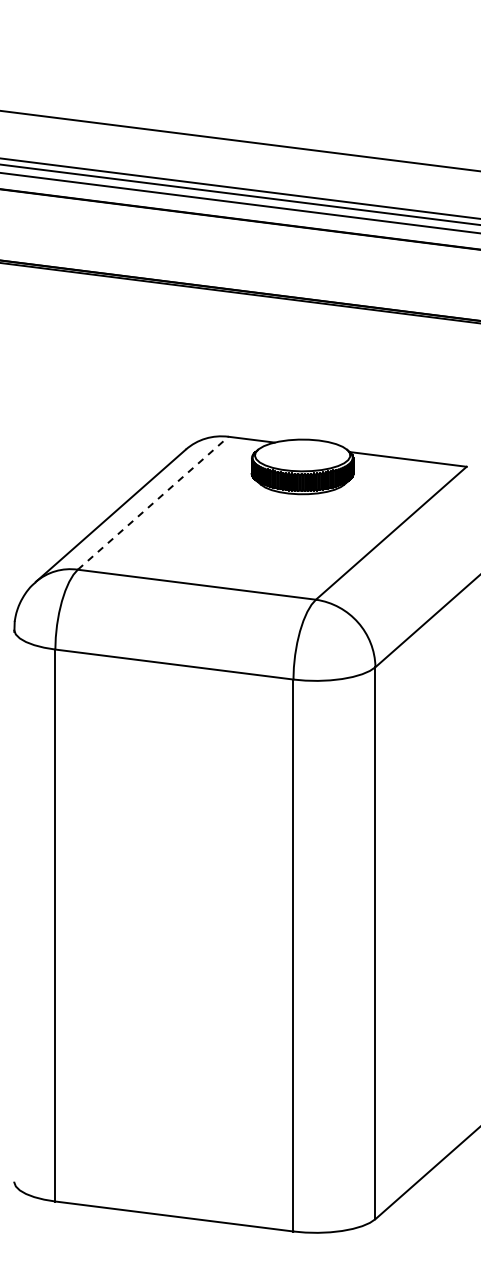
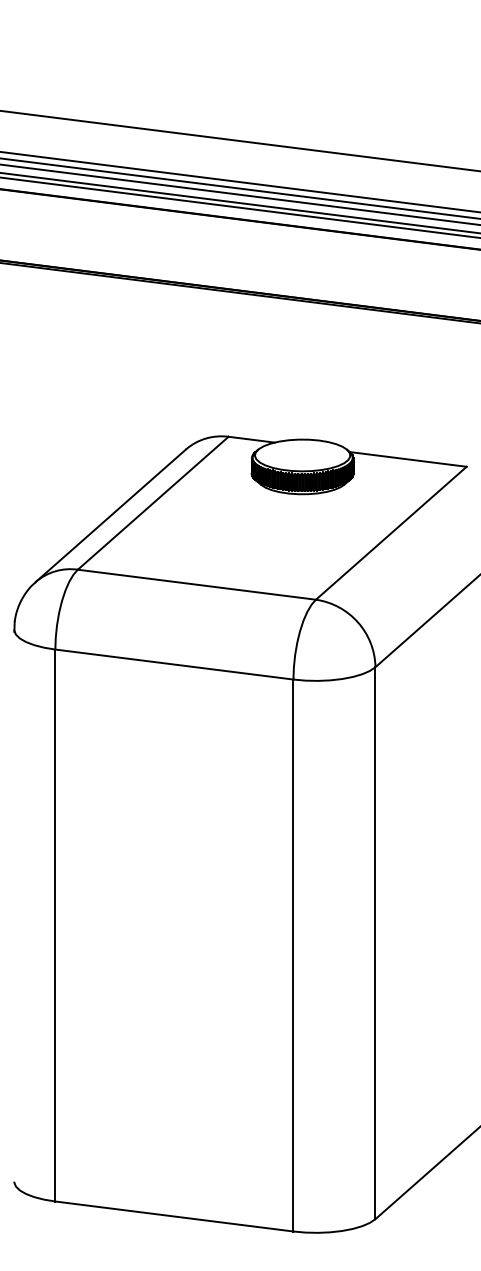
line at (239, 182): none -> present
line at (239, 207): none -> present
line at (153, 502): dashed -> solid
